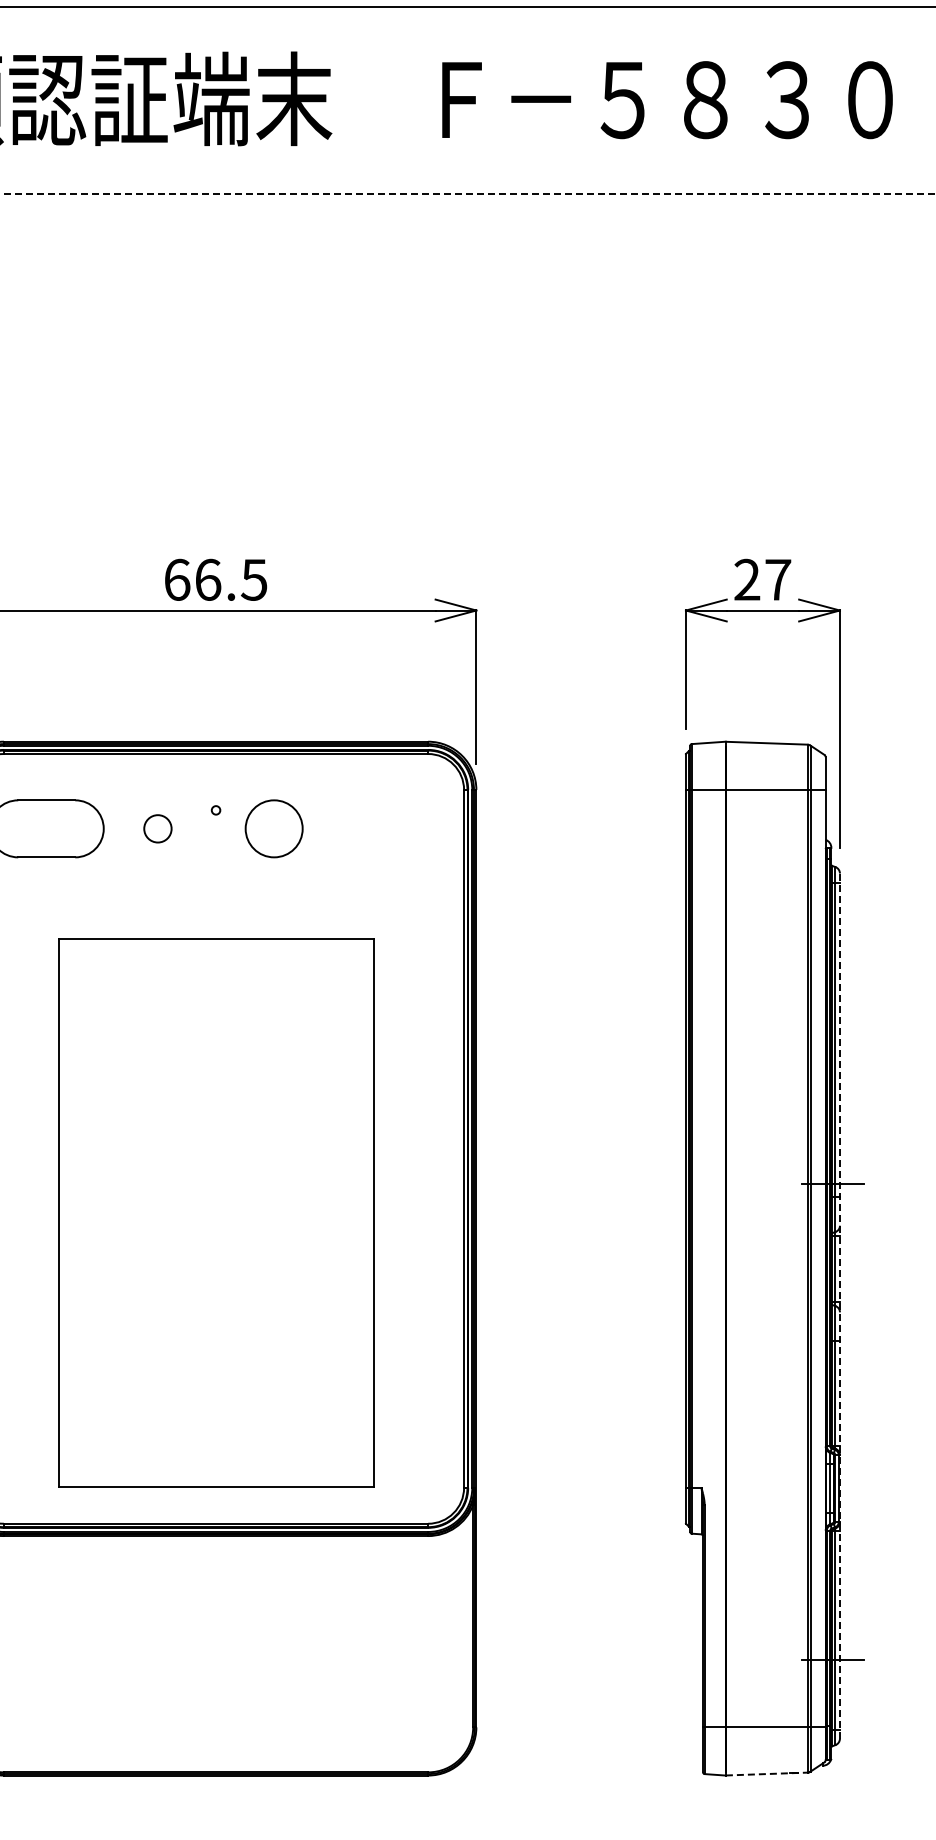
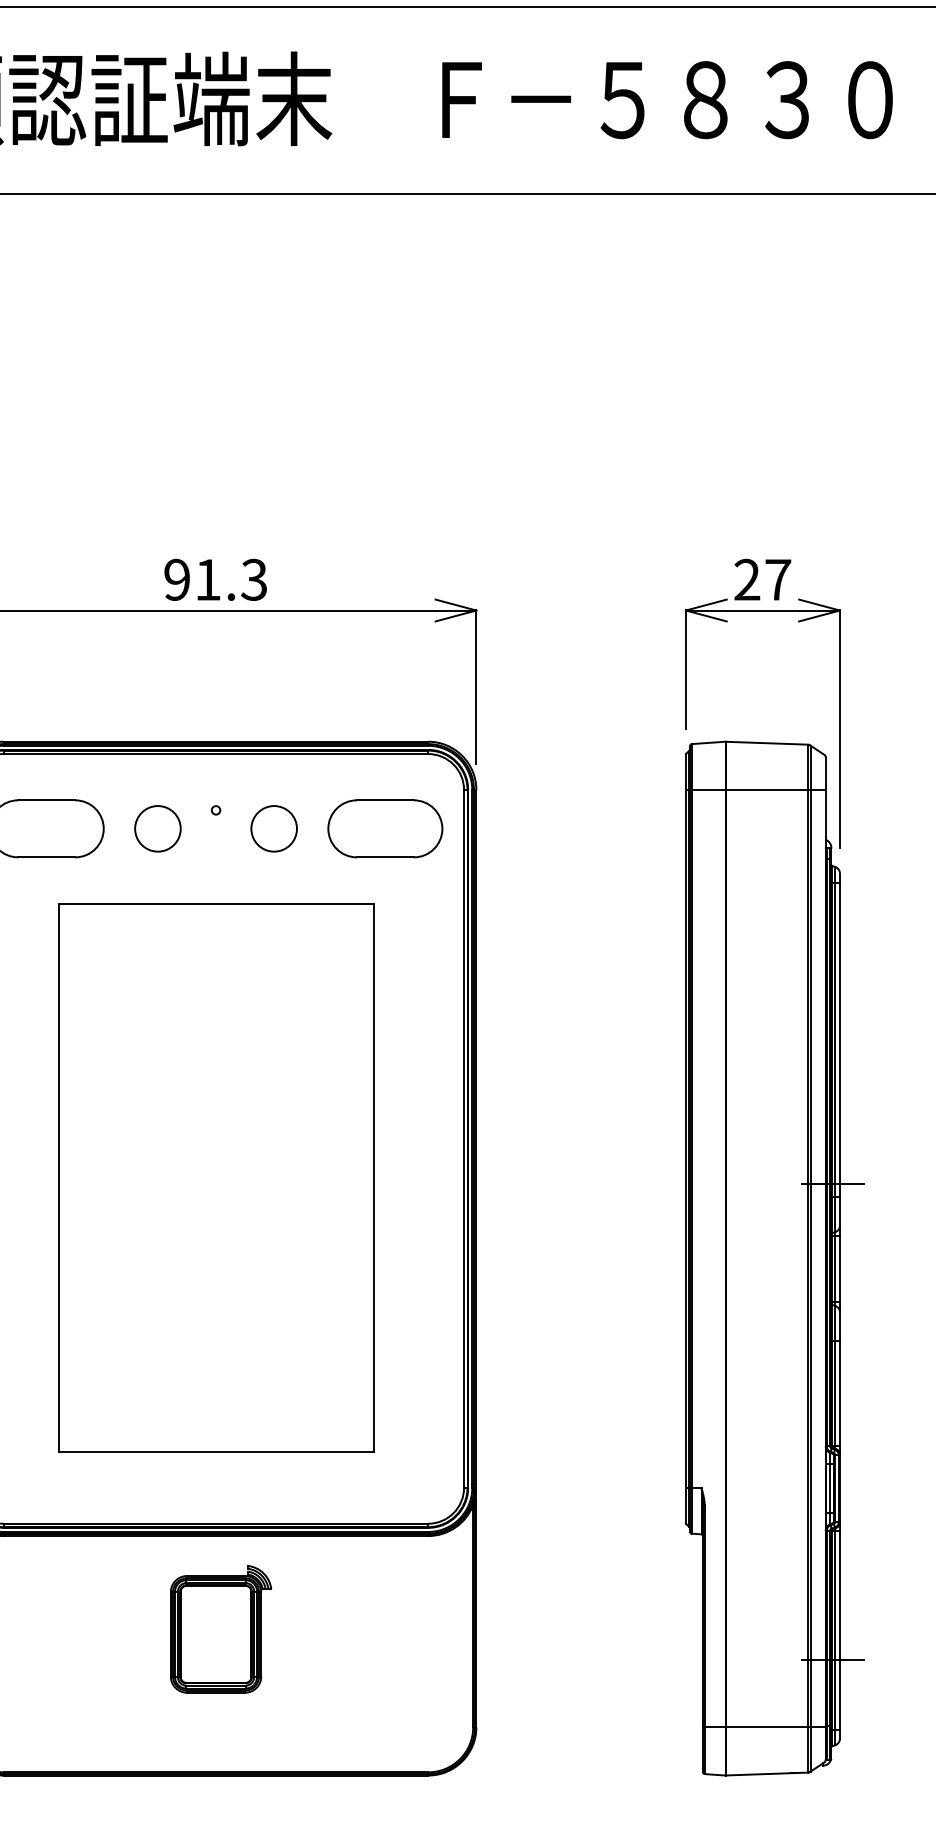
line at (468, 193): dashed -> solid
text at (215, 579): 66.5 -> 91.3
circle at (157, 828) diameter: 27 px -> 46 px
circle at (273, 828) diameter: 57 px -> 46 px
part at (385, 828): none -> present
part at (216, 1212) position: (216, 1212) -> (216, 1177)
line at (839, 1306): dashed -> solid
part at (221, 1629): none -> present
line at (766, 1774): dashed -> solid
